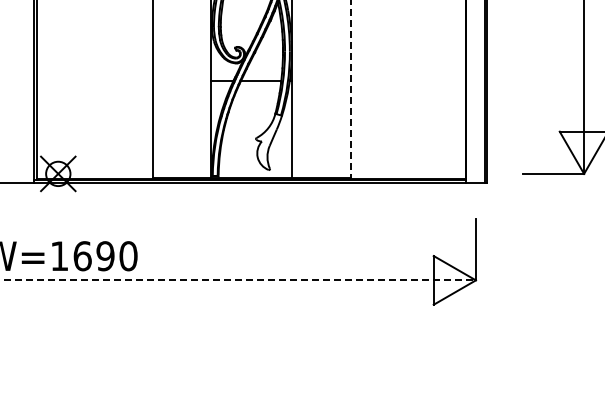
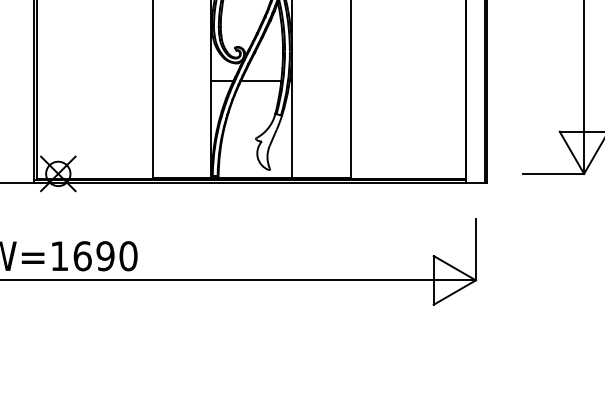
line at (350, 89): dashed -> solid
line at (238, 280): dashed -> solid
